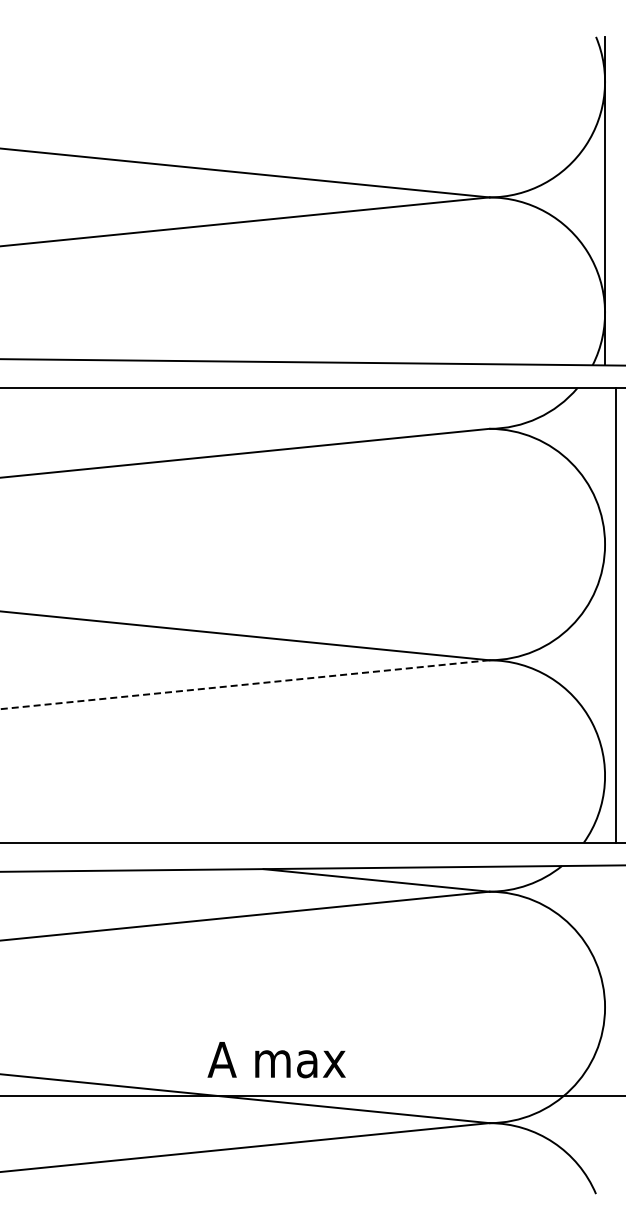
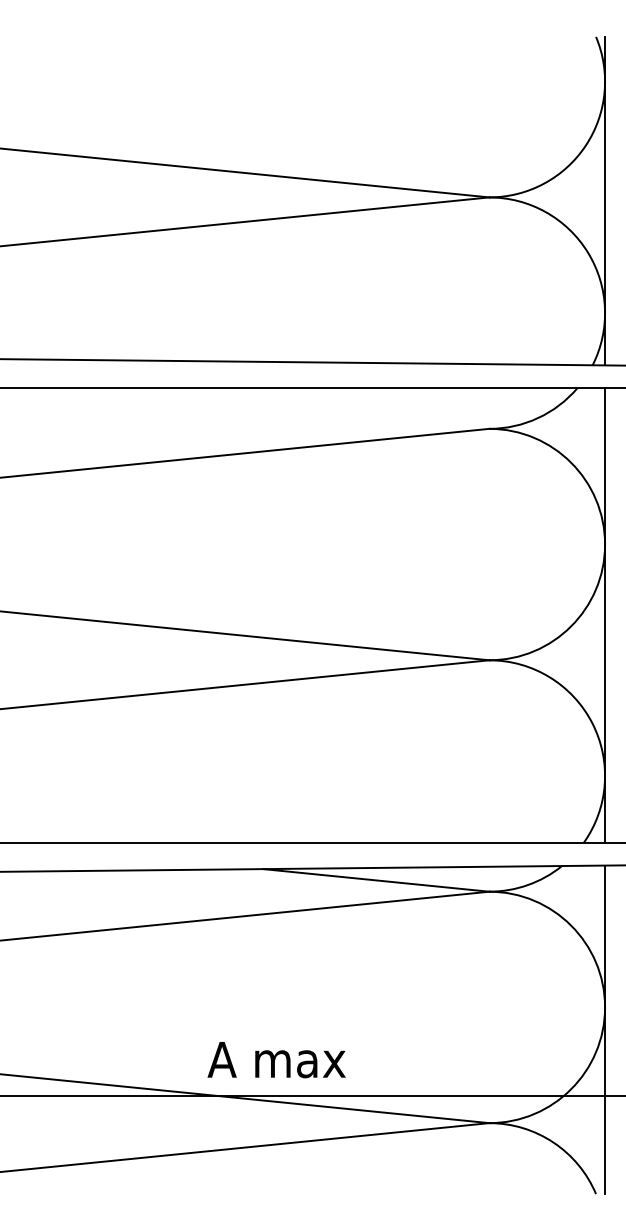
line at (616, 615) position: (616, 615) -> (605, 615)
line at (244, 684): dashed -> solid
line at (605, 1029): none -> present
